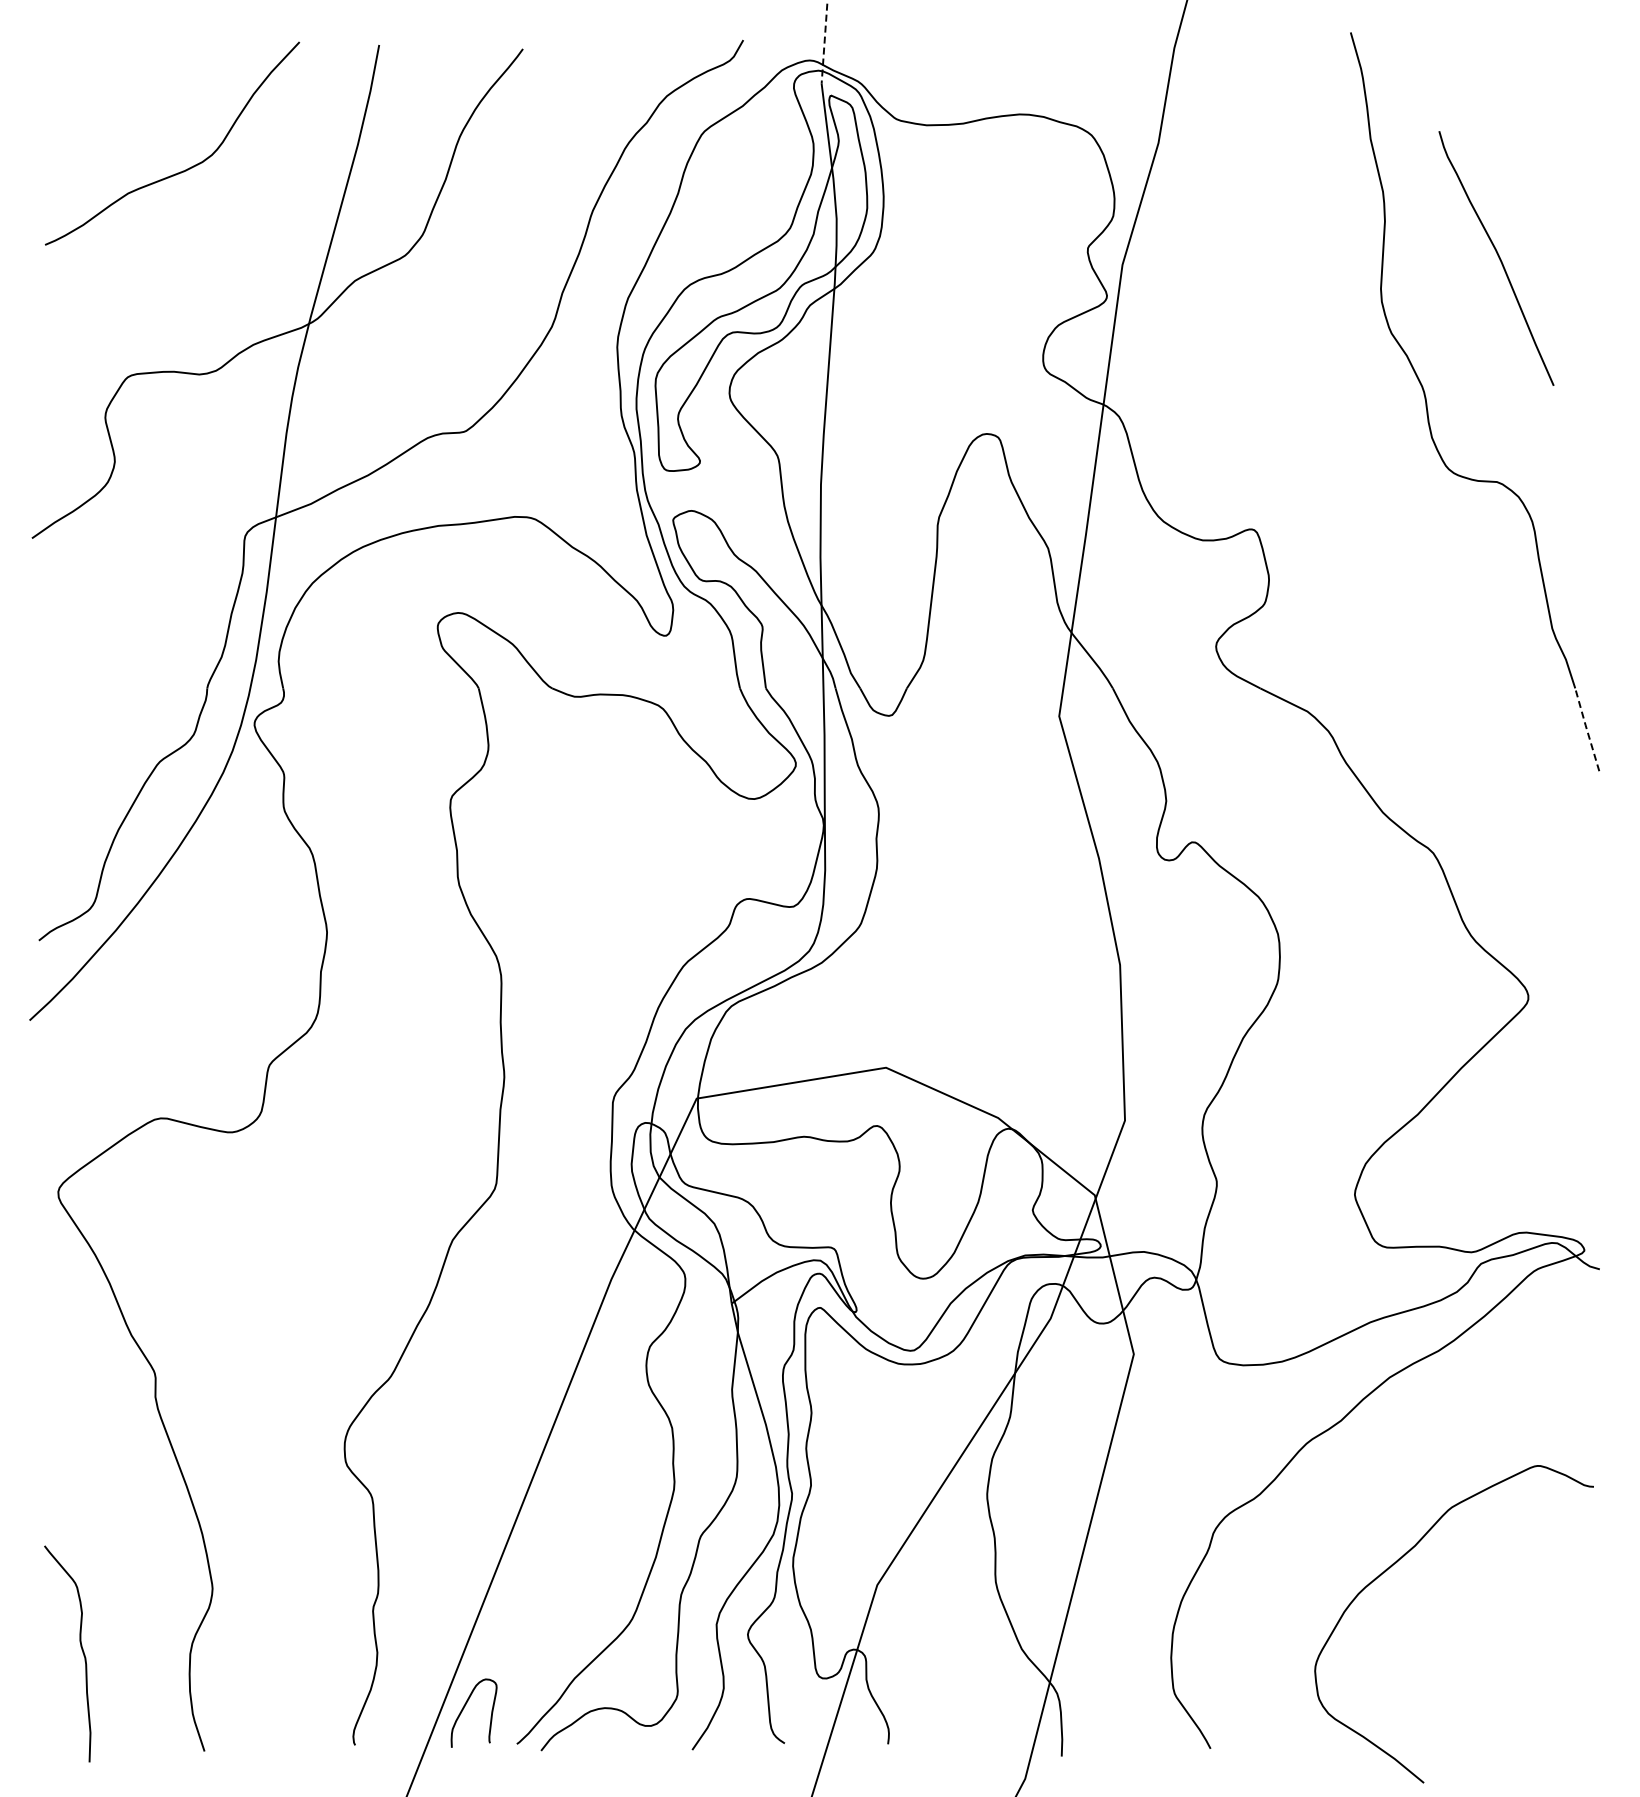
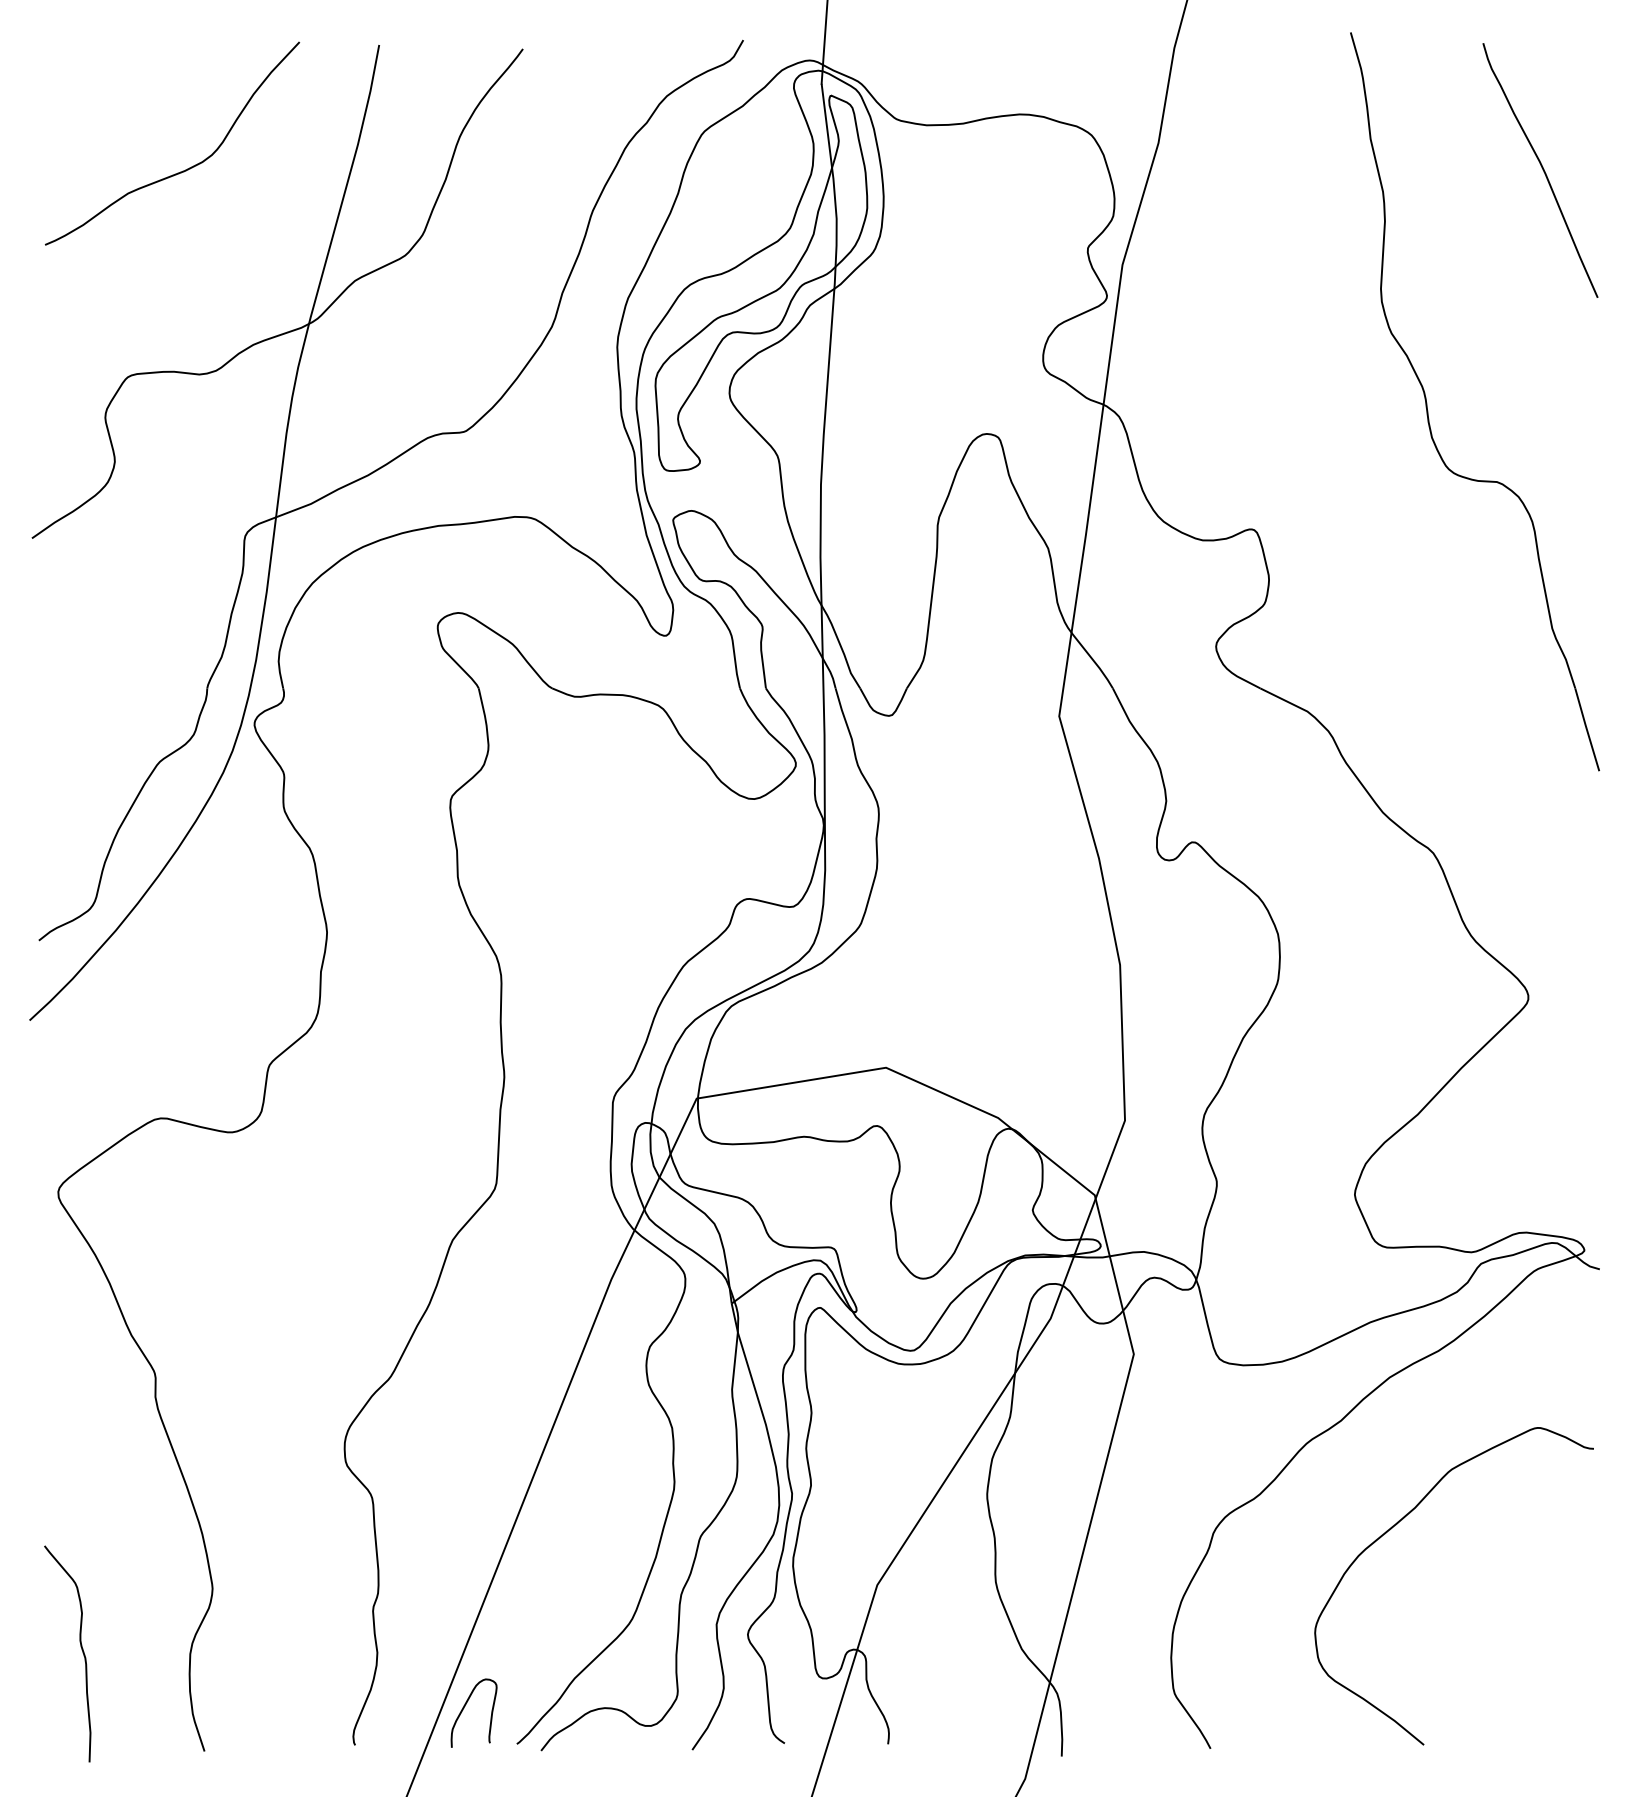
line at (824, 42): dashed -> solid
curve at (1498, 258) position: (1498, 258) -> (1542, 170)
line at (1586, 728): dashed -> solid
curve at (1396, 1563) position: (1396, 1563) -> (1396, 1525)
